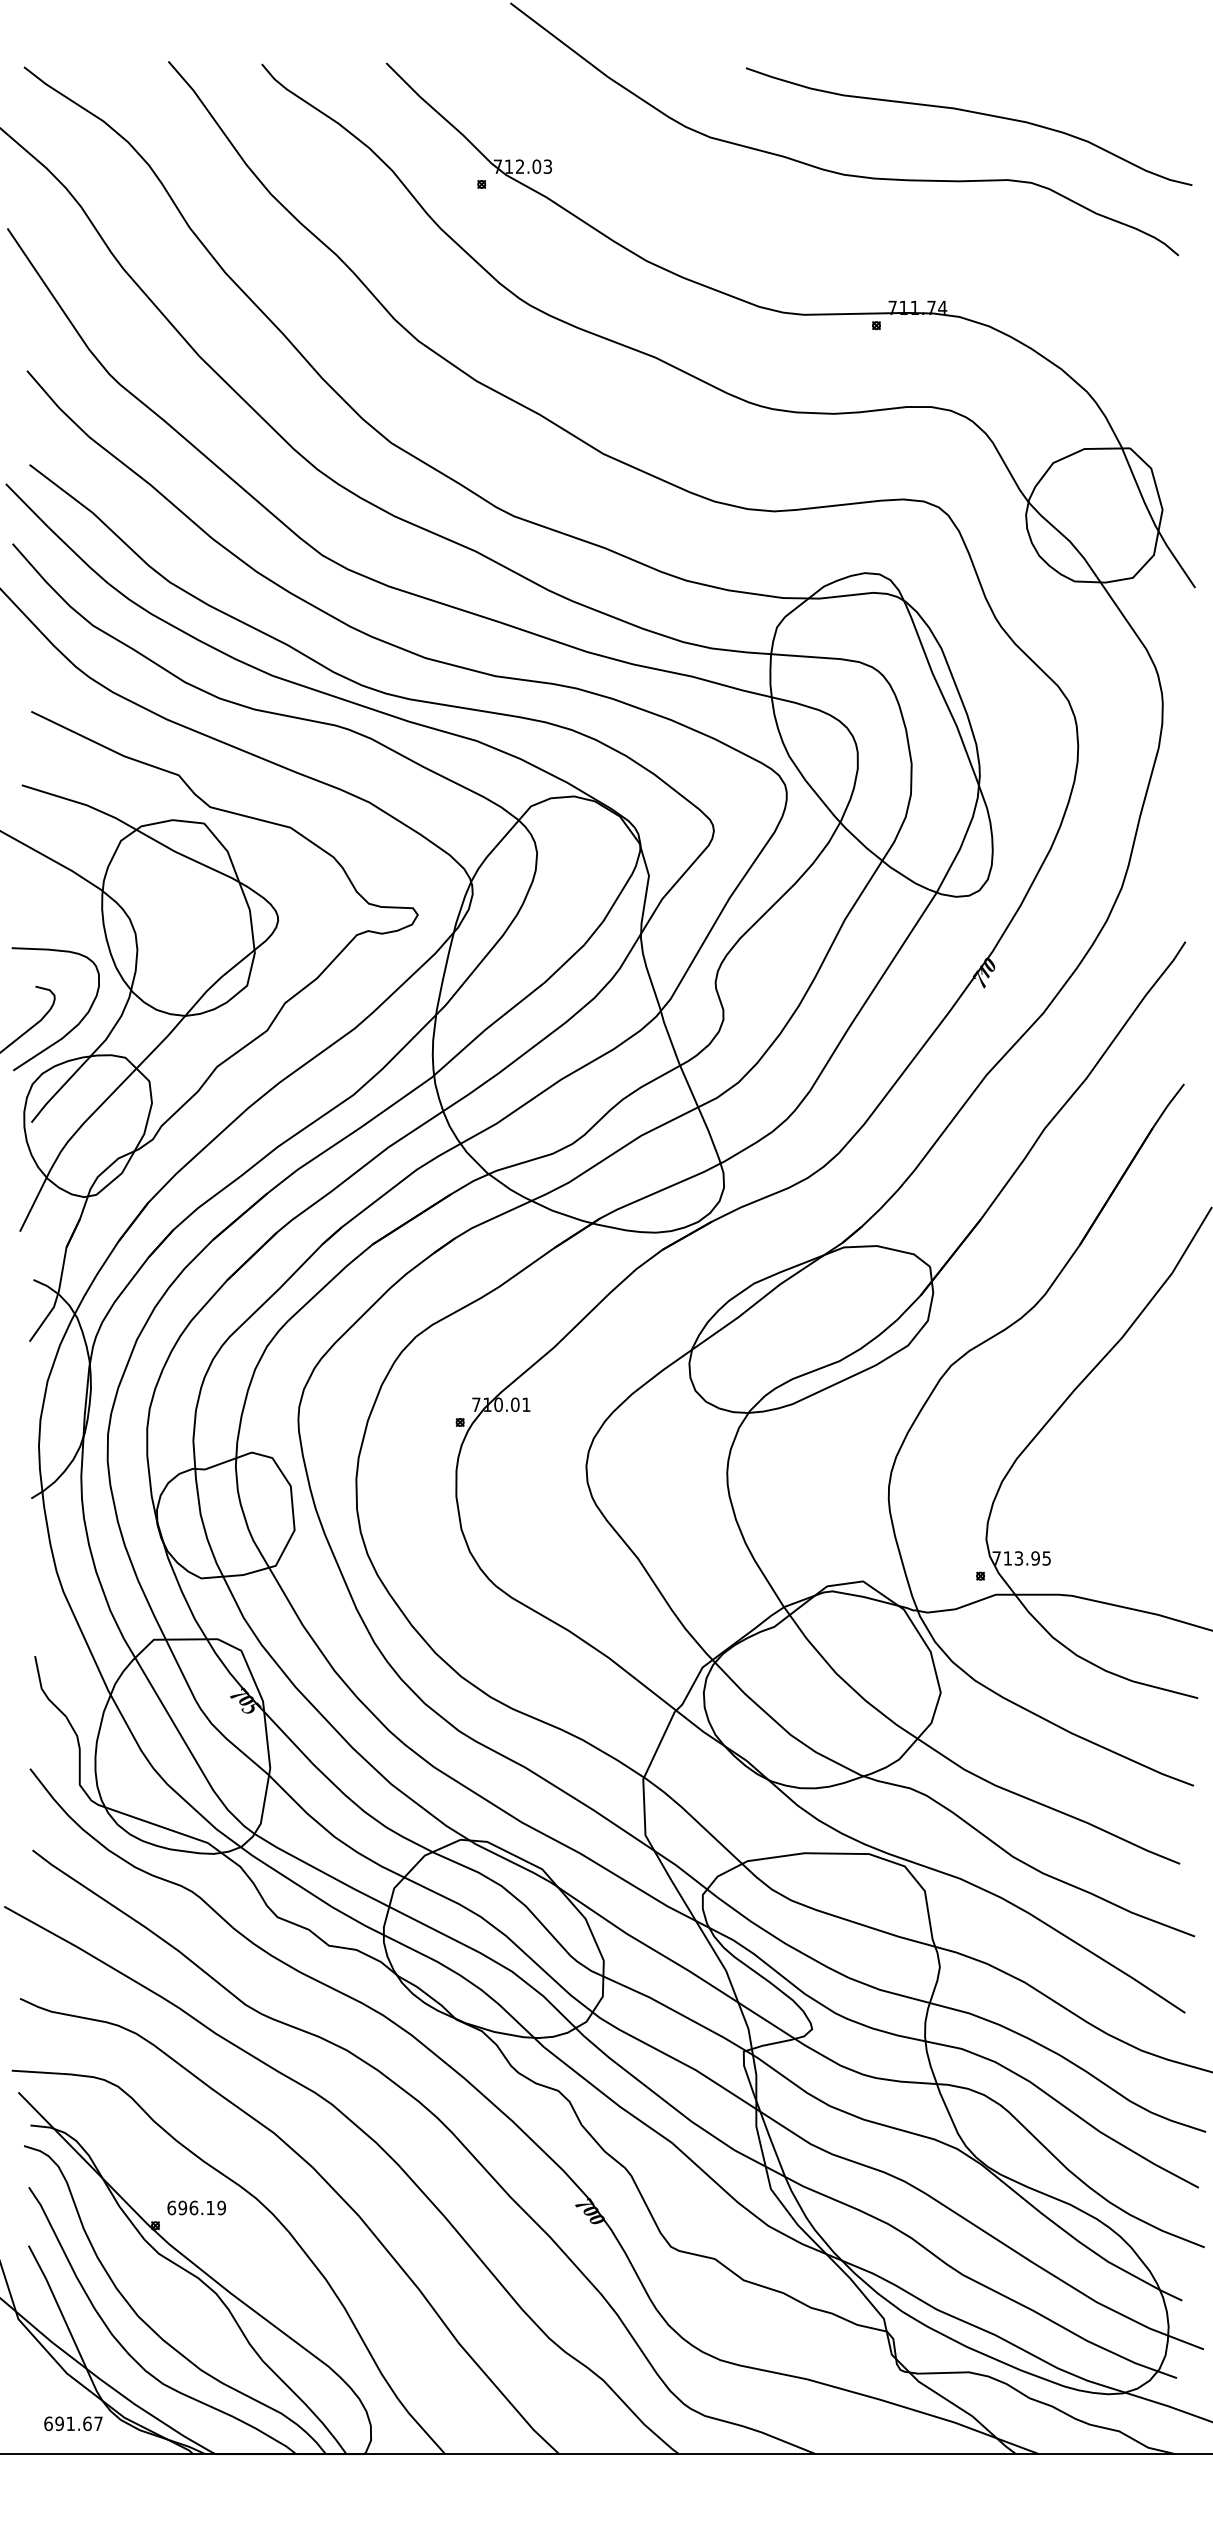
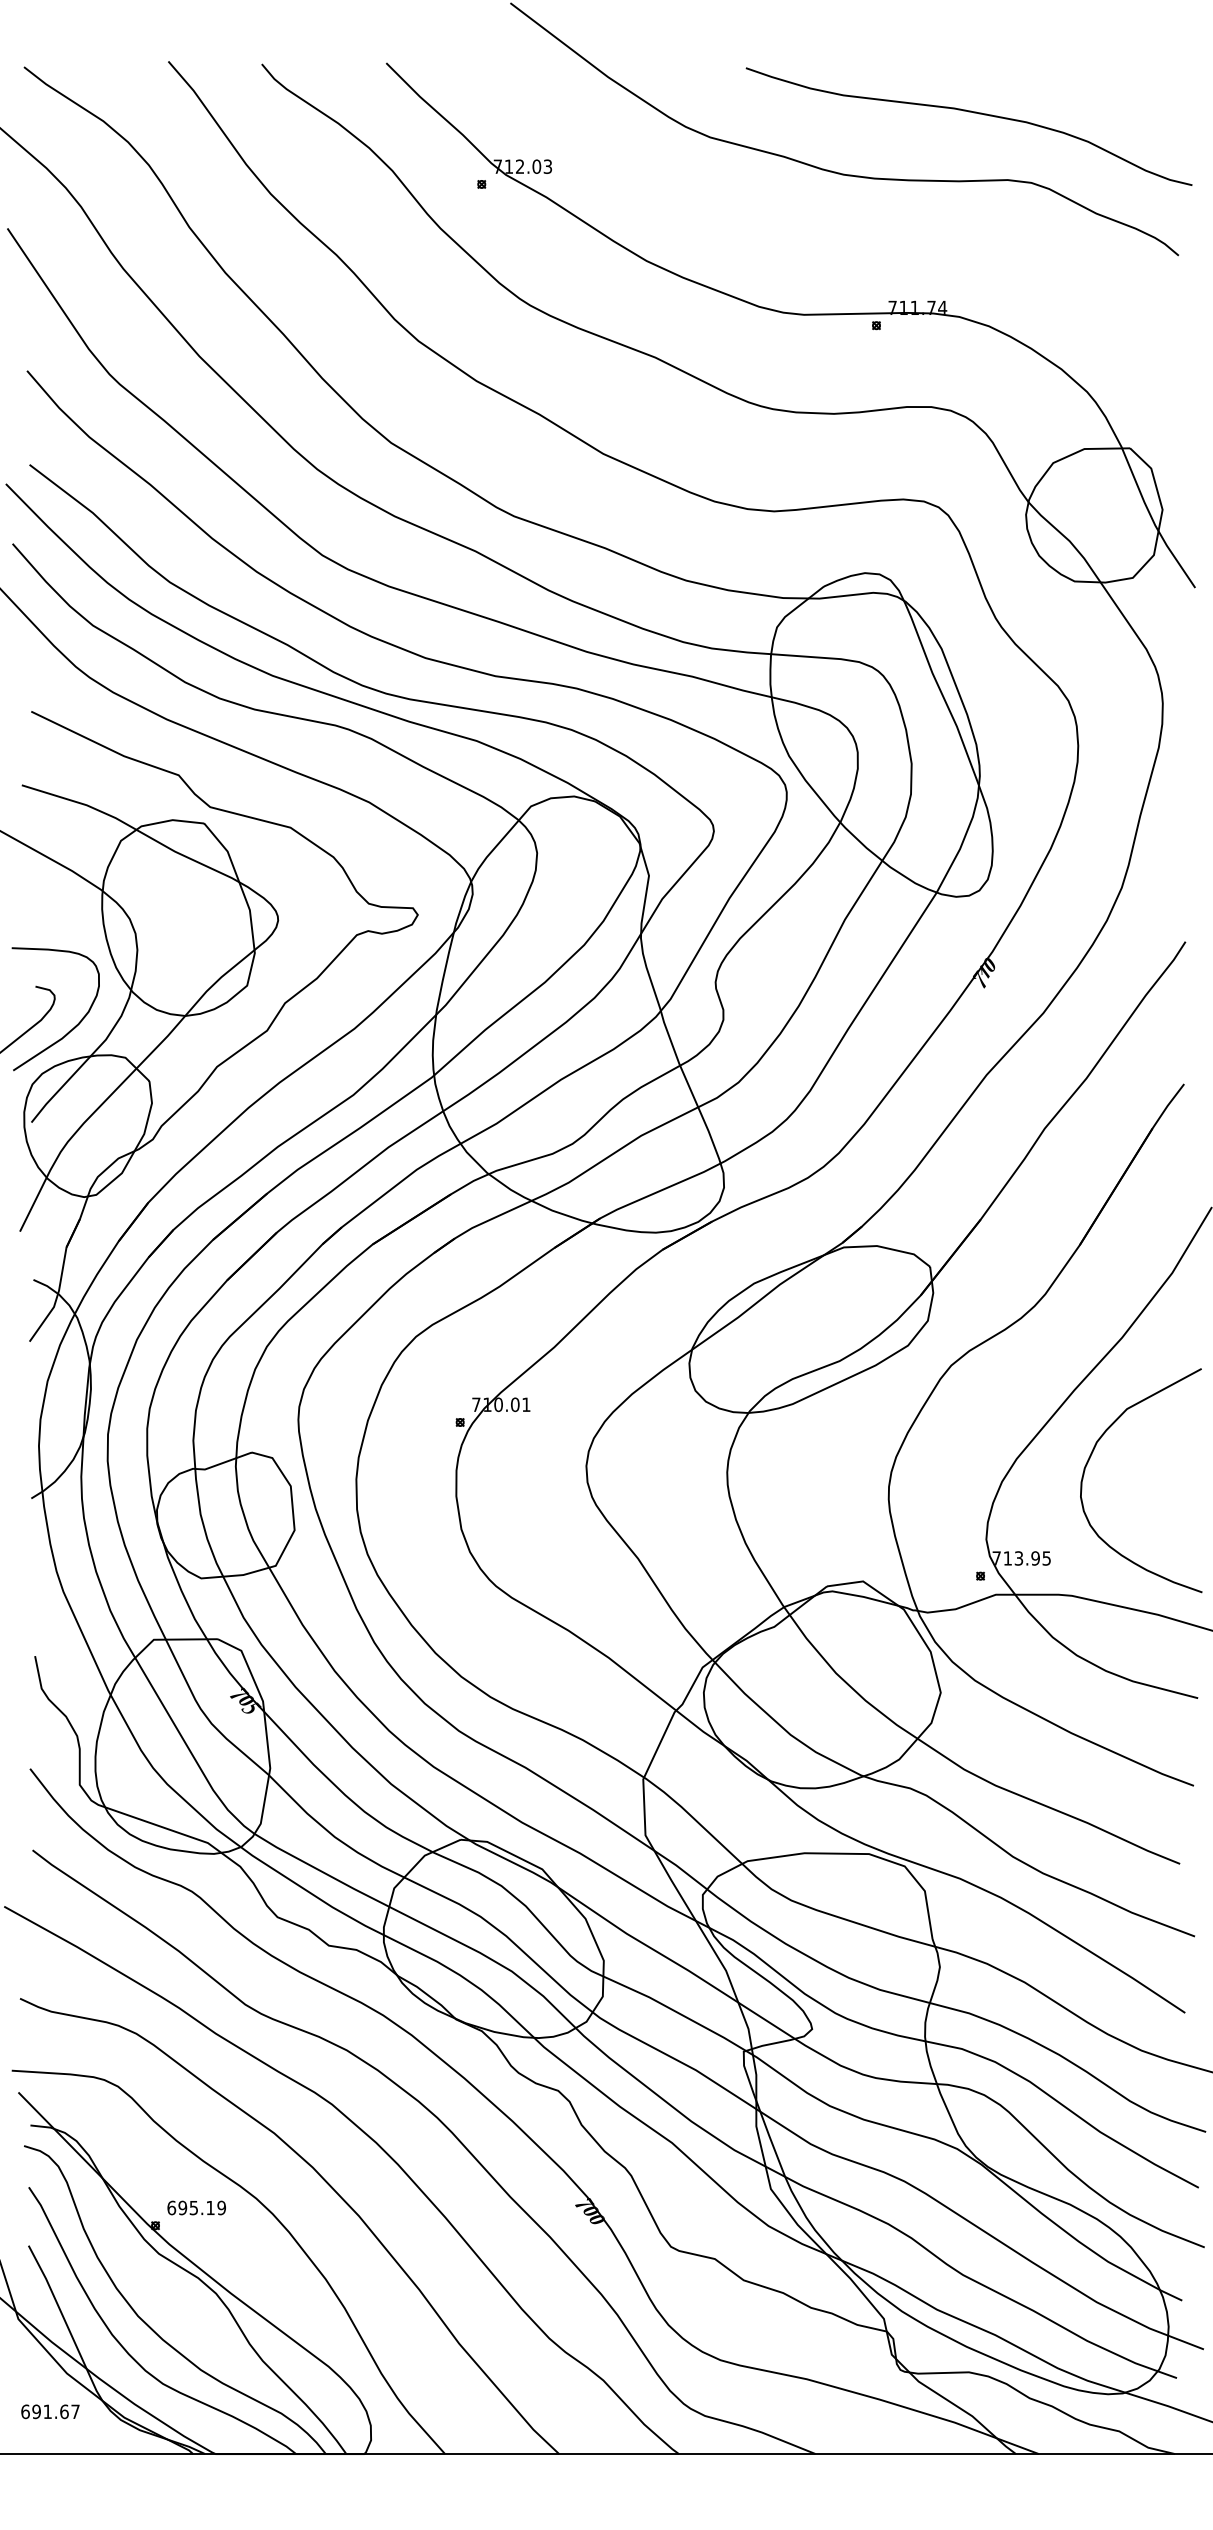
curve at (1091, 1456): none -> present
text at (193, 2207): 696.19 -> 695.19
text at (73, 2423) position: (73, 2423) -> (50, 2411)
